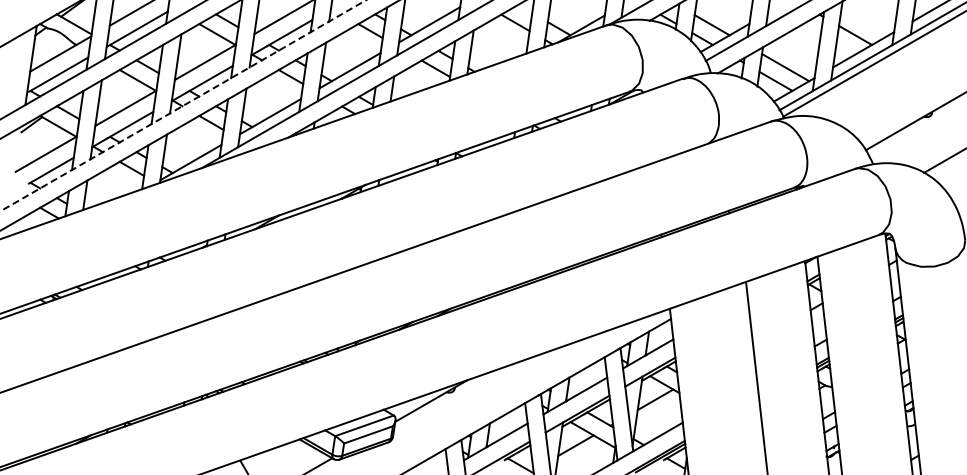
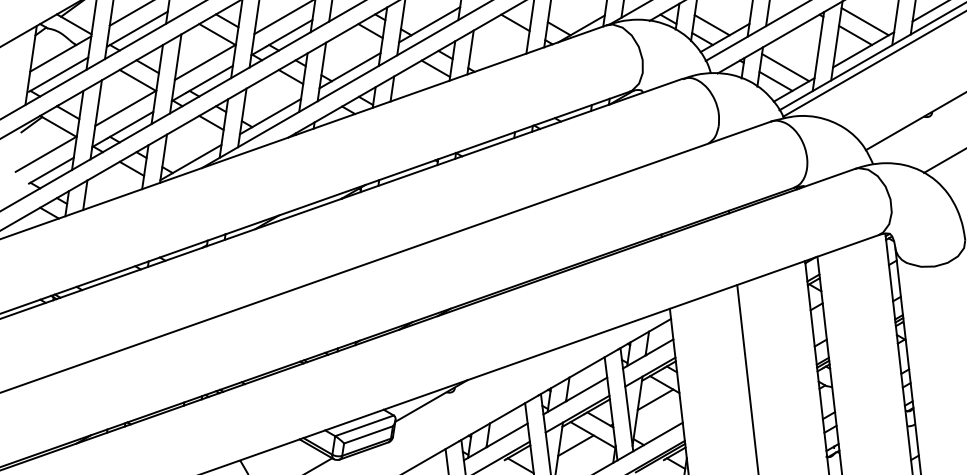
line at (864, 21): none -> present
line at (182, 106): dashed -> solid
line at (756, 377) position: (756, 377) -> (747, 378)
